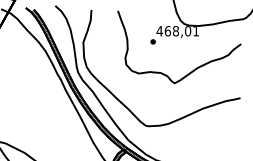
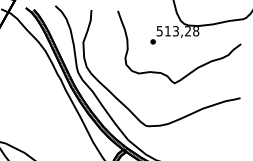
text at (177, 31): 468,01 -> 513,28
